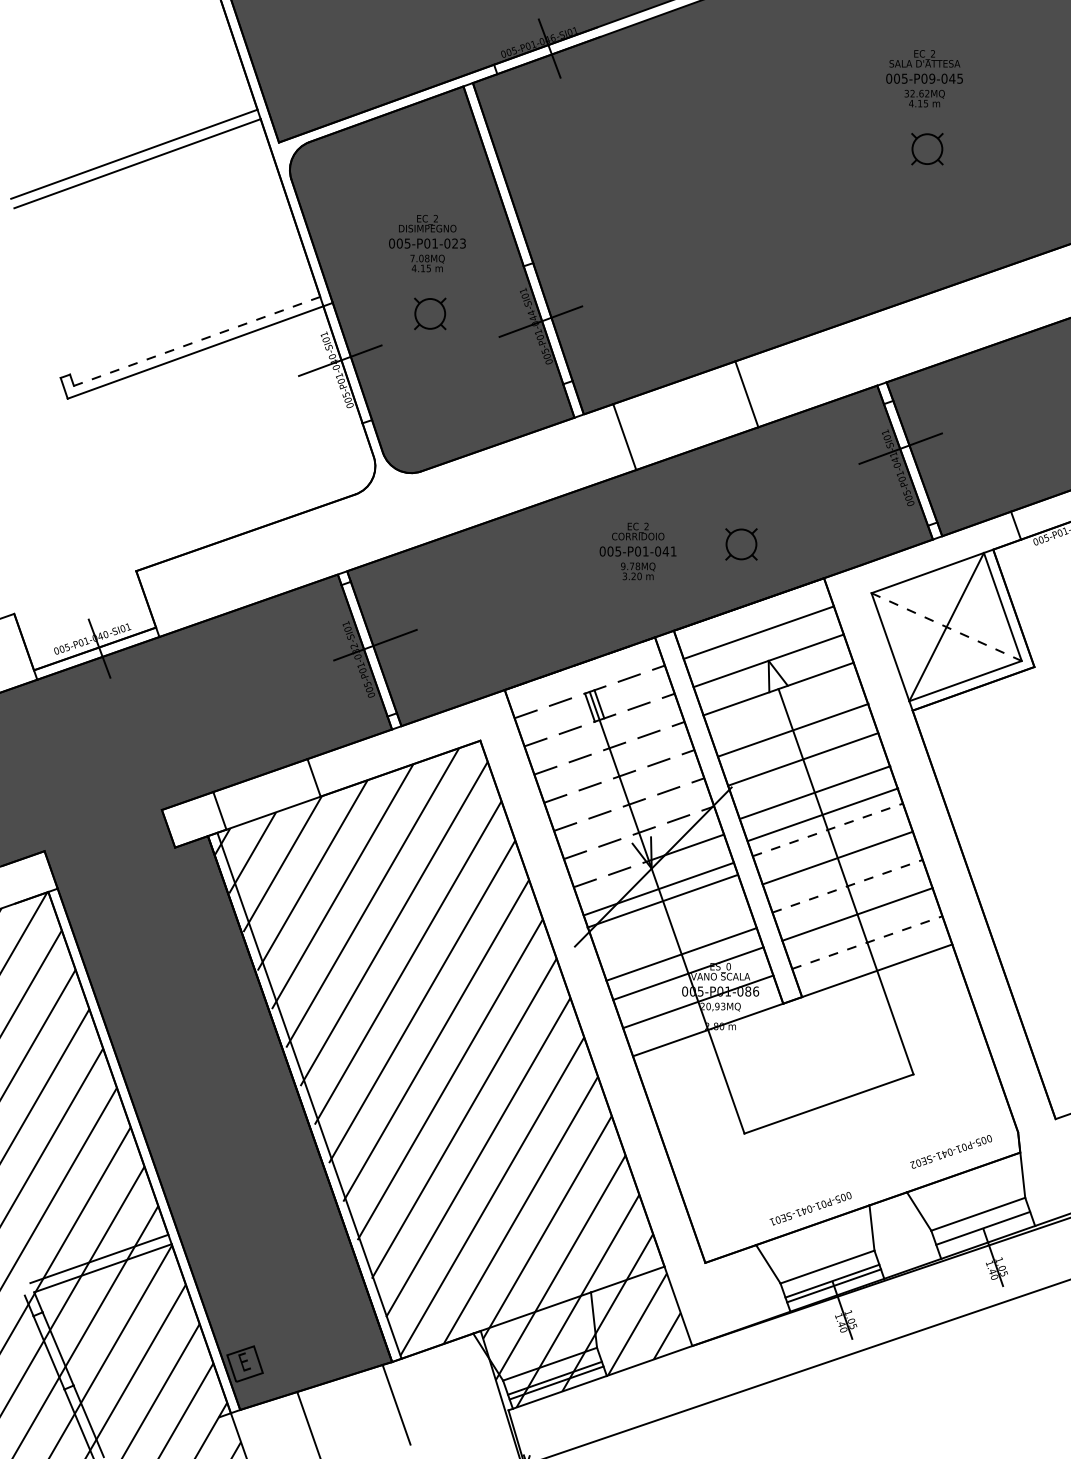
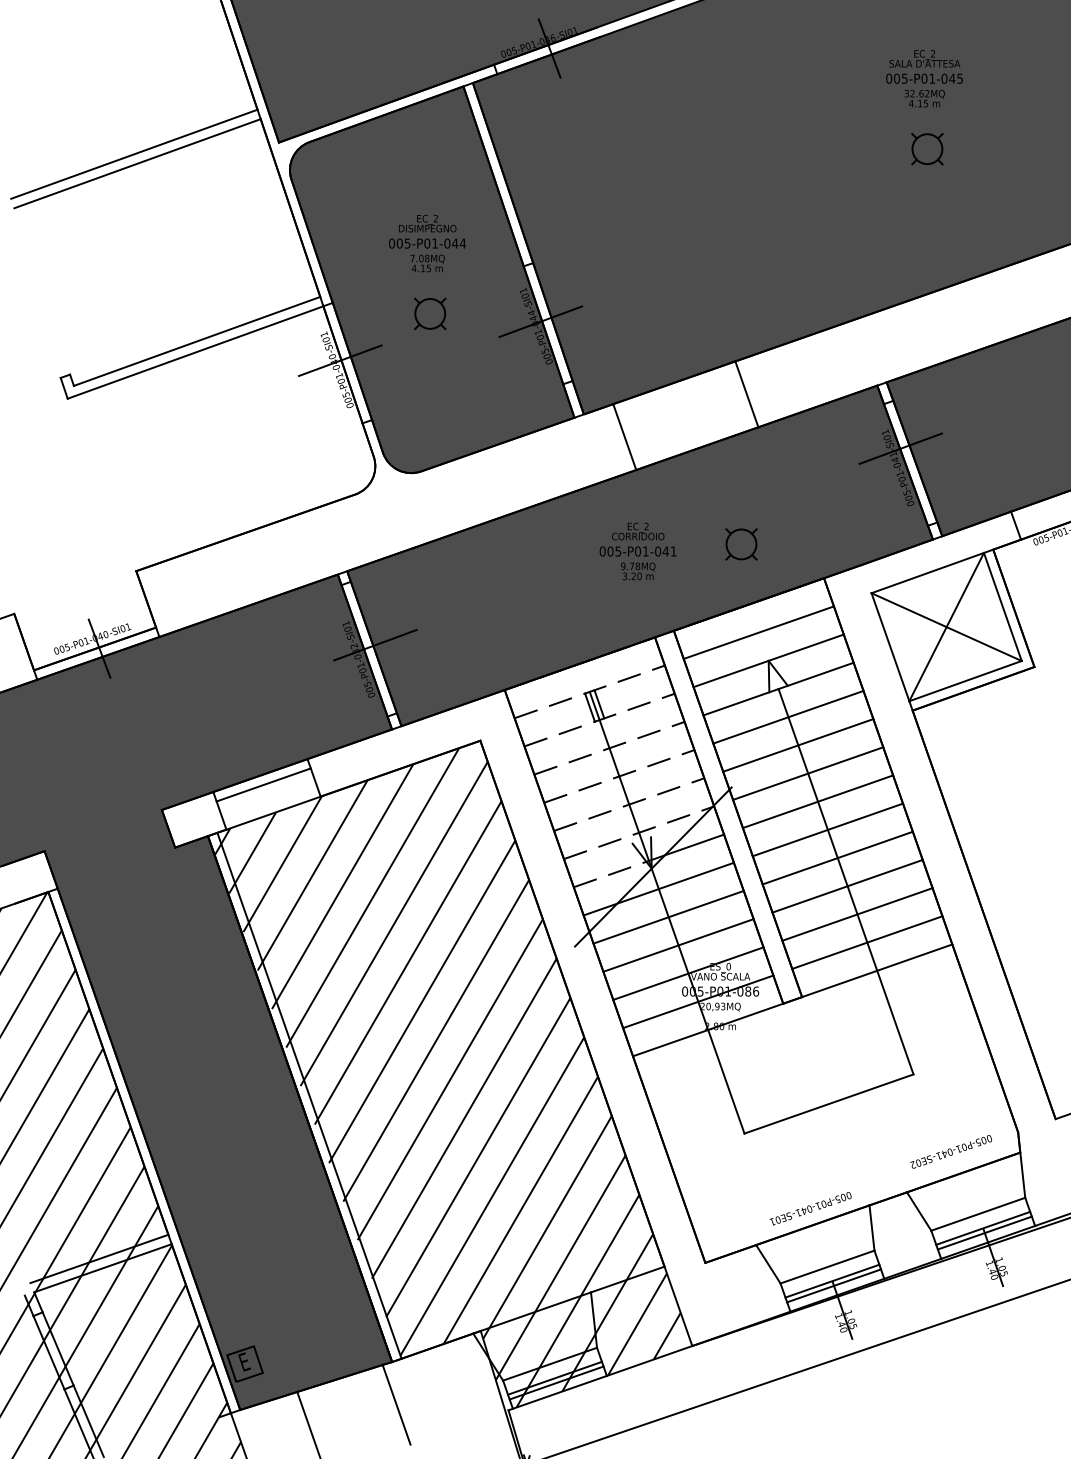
text at (932, 78): 005-P09-045 -> 005-P01-045
text at (458, 243): 005-P01-023 -> 005-P01-044
line at (197, 341): dashed -> solid
line at (947, 627): dashed -> solid
line at (793, 729) position: (793, 729) -> (788, 716)
line at (803, 759) position: (803, 759) -> (798, 745)
line at (263, 784): none -> present
line at (815, 792) position: (815, 792) -> (808, 773)
line at (822, 814) position: (822, 814) -> (817, 801)
line at (827, 829): dashed -> solid
line at (847, 886): dashed -> solid
line at (662, 900) position: (662, 900) -> (668, 916)
line at (867, 942): dashed -> solid
line at (681, 954) position: (681, 954) -> (678, 945)
line at (984, 1232): none -> present
